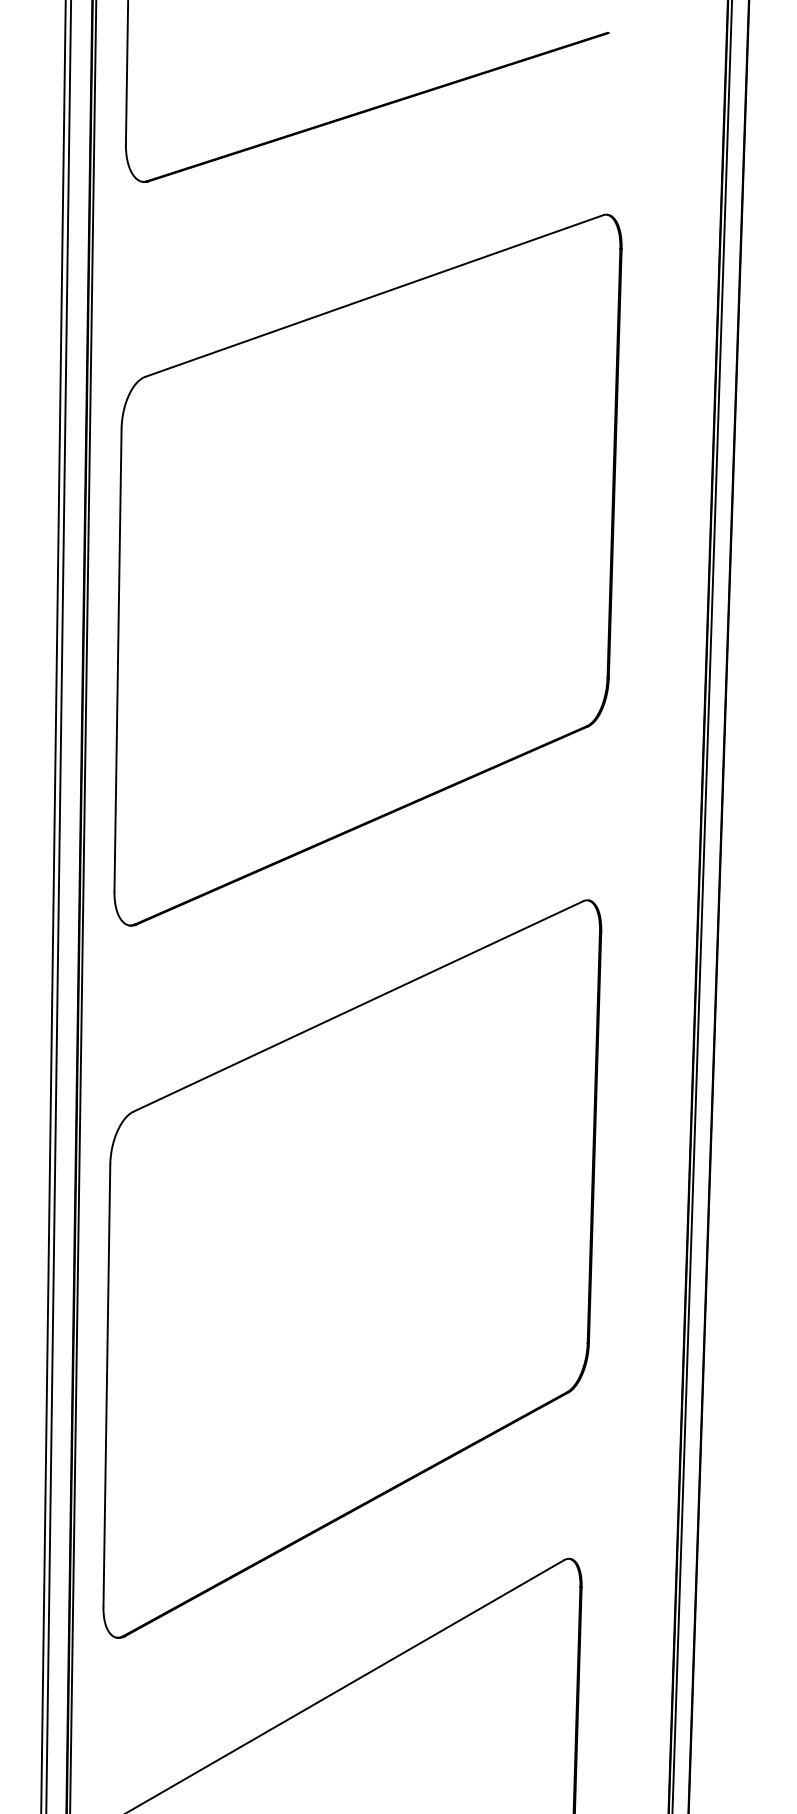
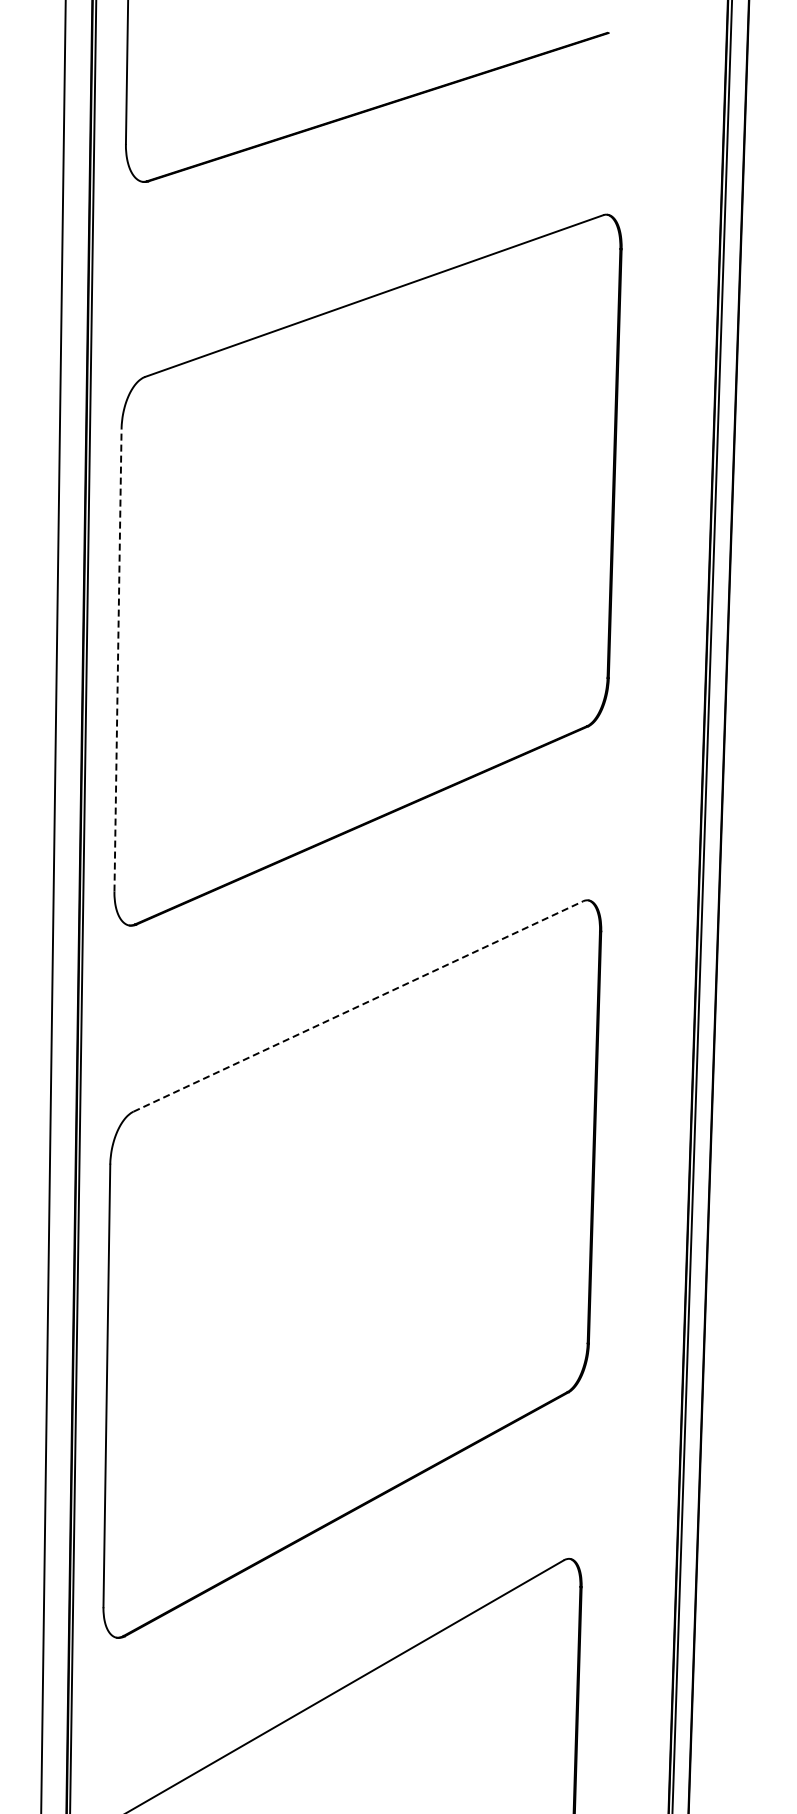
line at (118, 659): solid -> dashed
line at (58, 906): present -> none
line at (358, 1006): solid -> dashed
